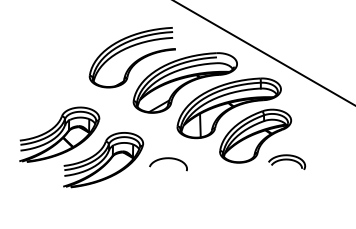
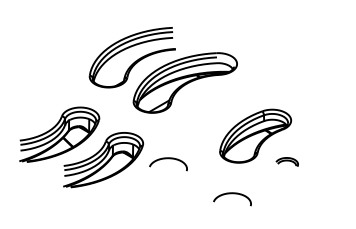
line at (264, 52): present -> none
part at (228, 108): present -> none
part at (287, 161) size: 39x16 px -> 24x10 px
curve at (232, 194): none -> present
